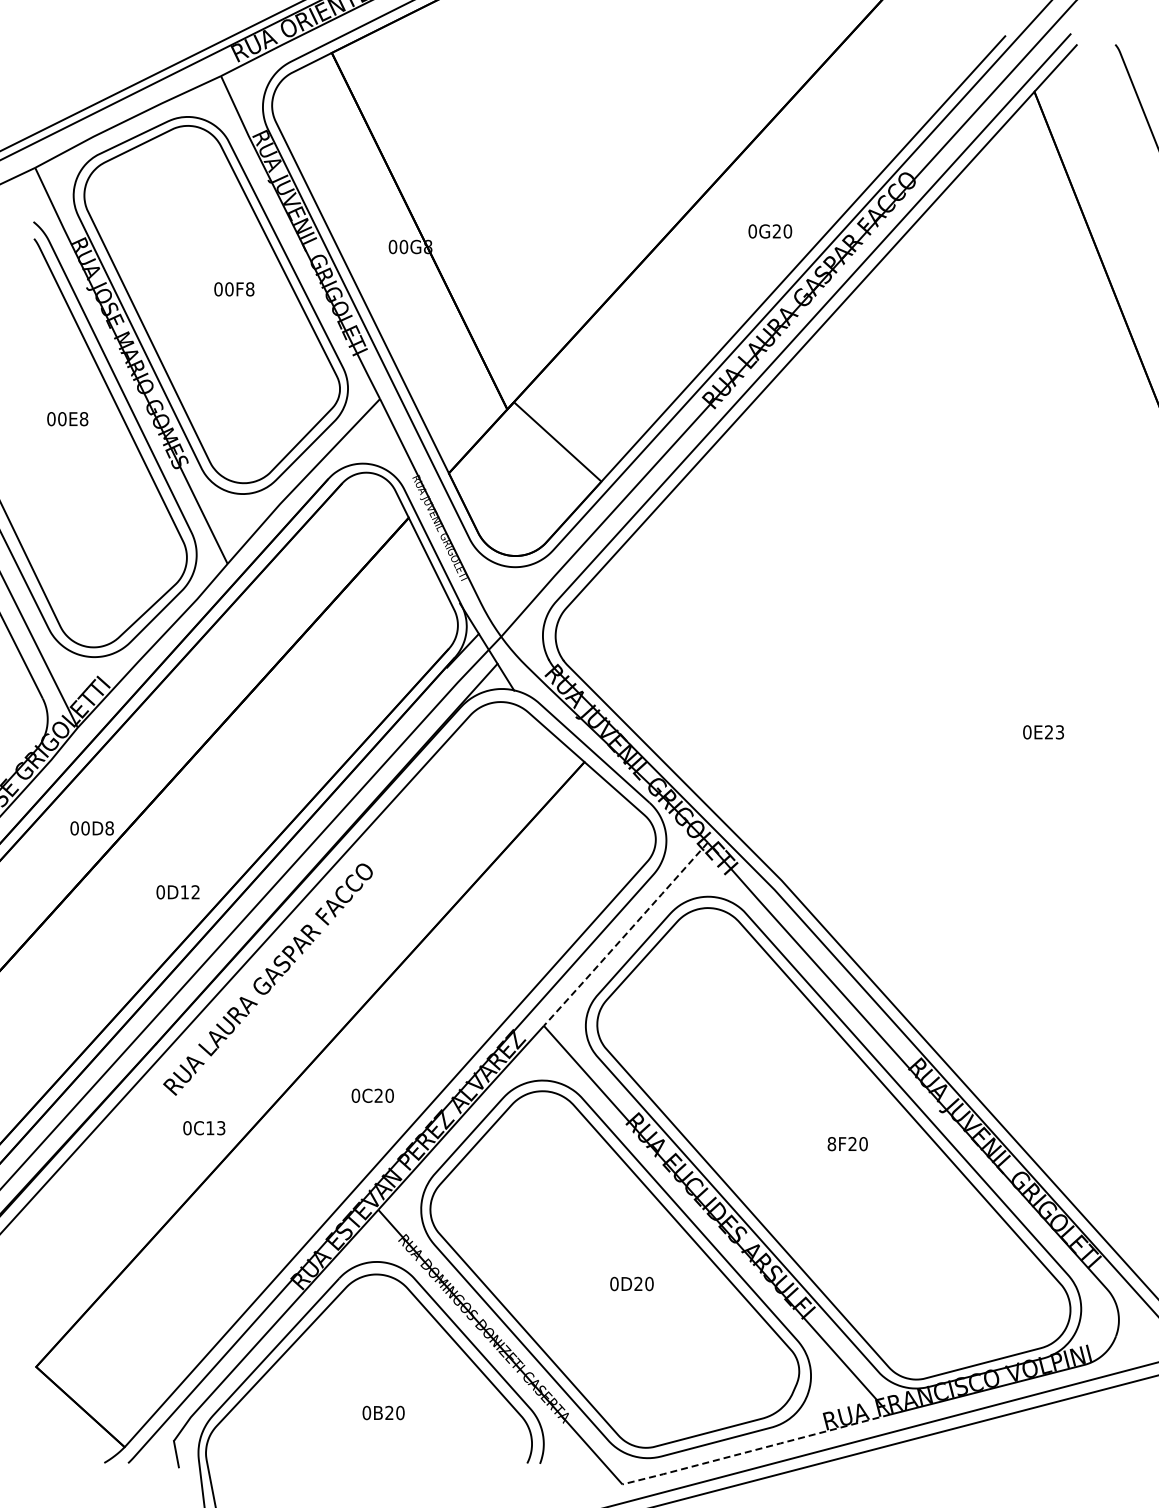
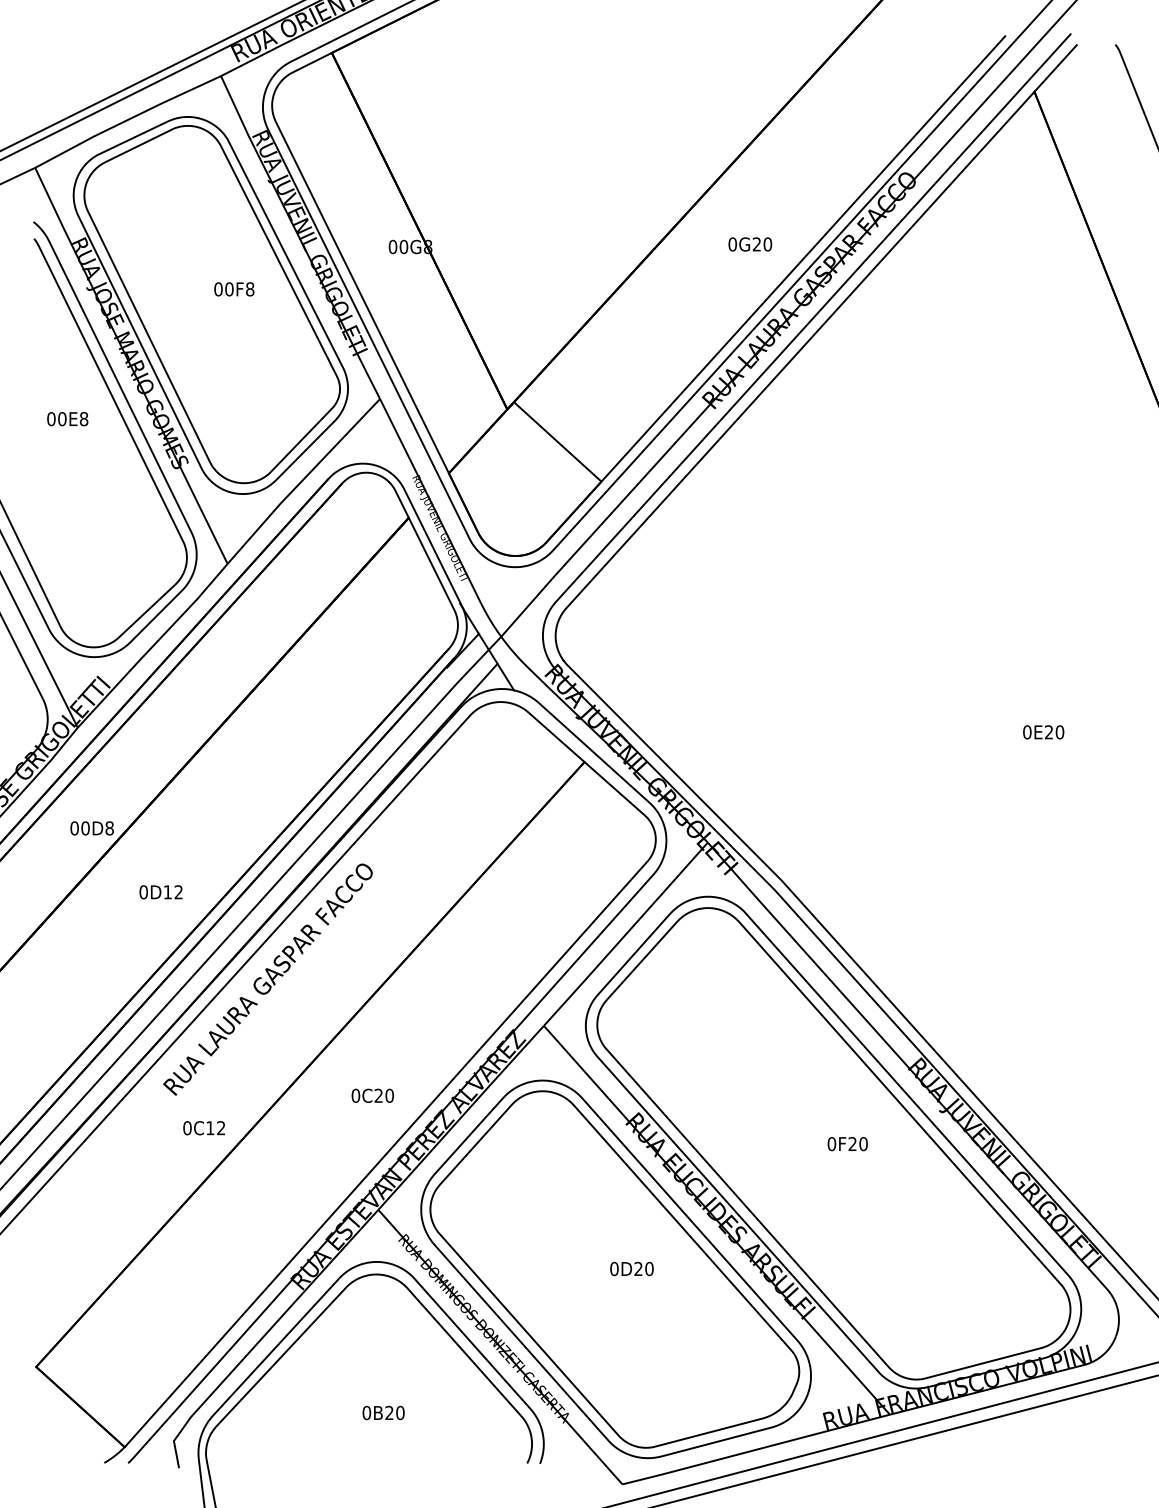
text at (770, 231) position: (770, 231) -> (750, 244)
text at (1059, 732): 0E23 -> 0E20
text at (177, 892) position: (177, 892) -> (160, 892)
line at (625, 934): dashed -> solid
text at (221, 1128): 0C13 -> 0C12
text at (831, 1143): 8F20 -> 0F20
text at (631, 1283) position: (631, 1283) -> (631, 1268)
line at (755, 1449): dashed -> solid
